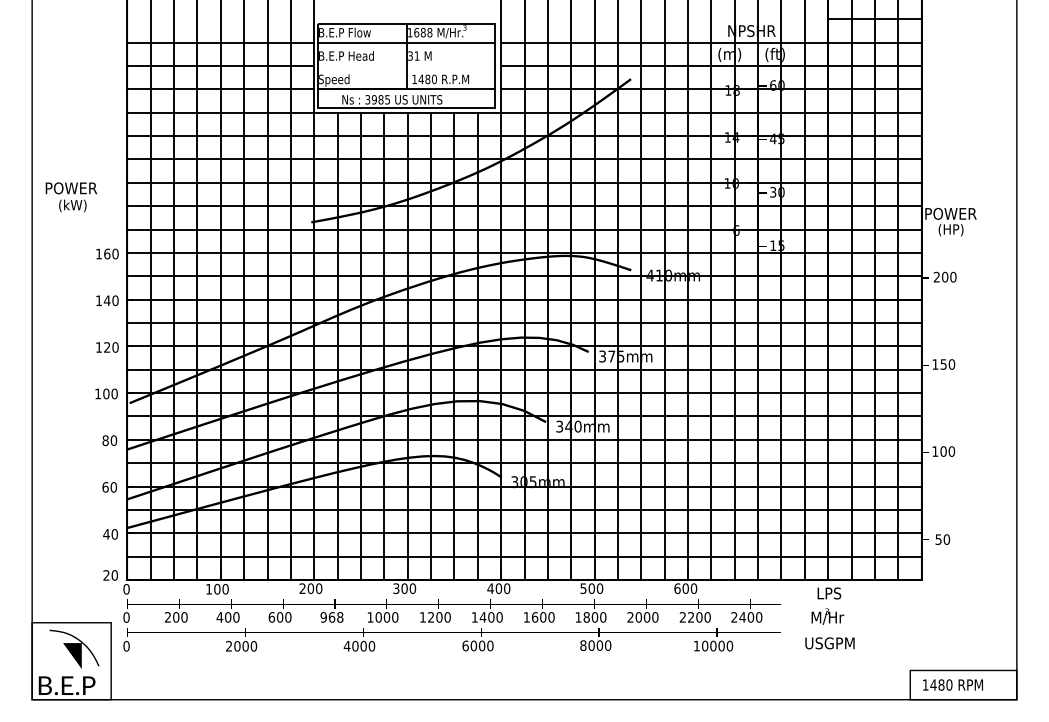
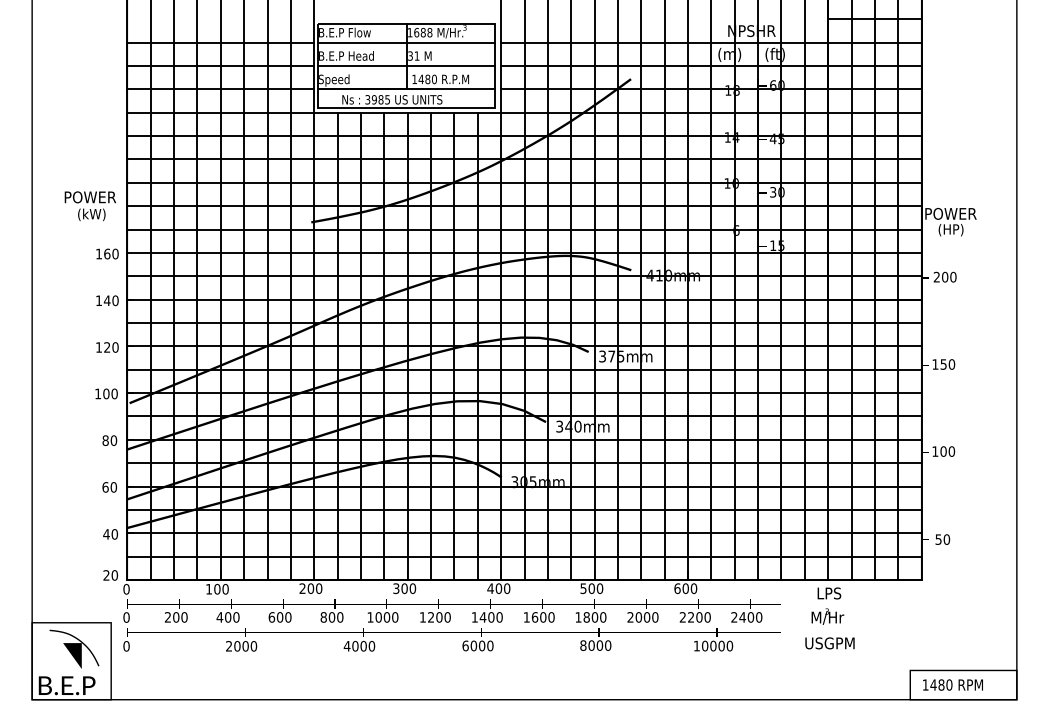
line at (406, 65): none -> present
text at (70, 197) position: (70, 197) -> (89, 206)
text at (331, 617): 968 -> 800
